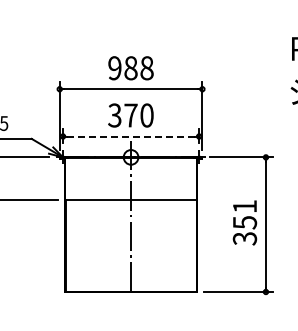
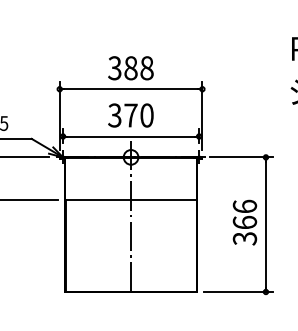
text at (114, 68): 988 -> 388
line at (131, 136): dashed -> solid
text at (244, 214): 351 -> 366
